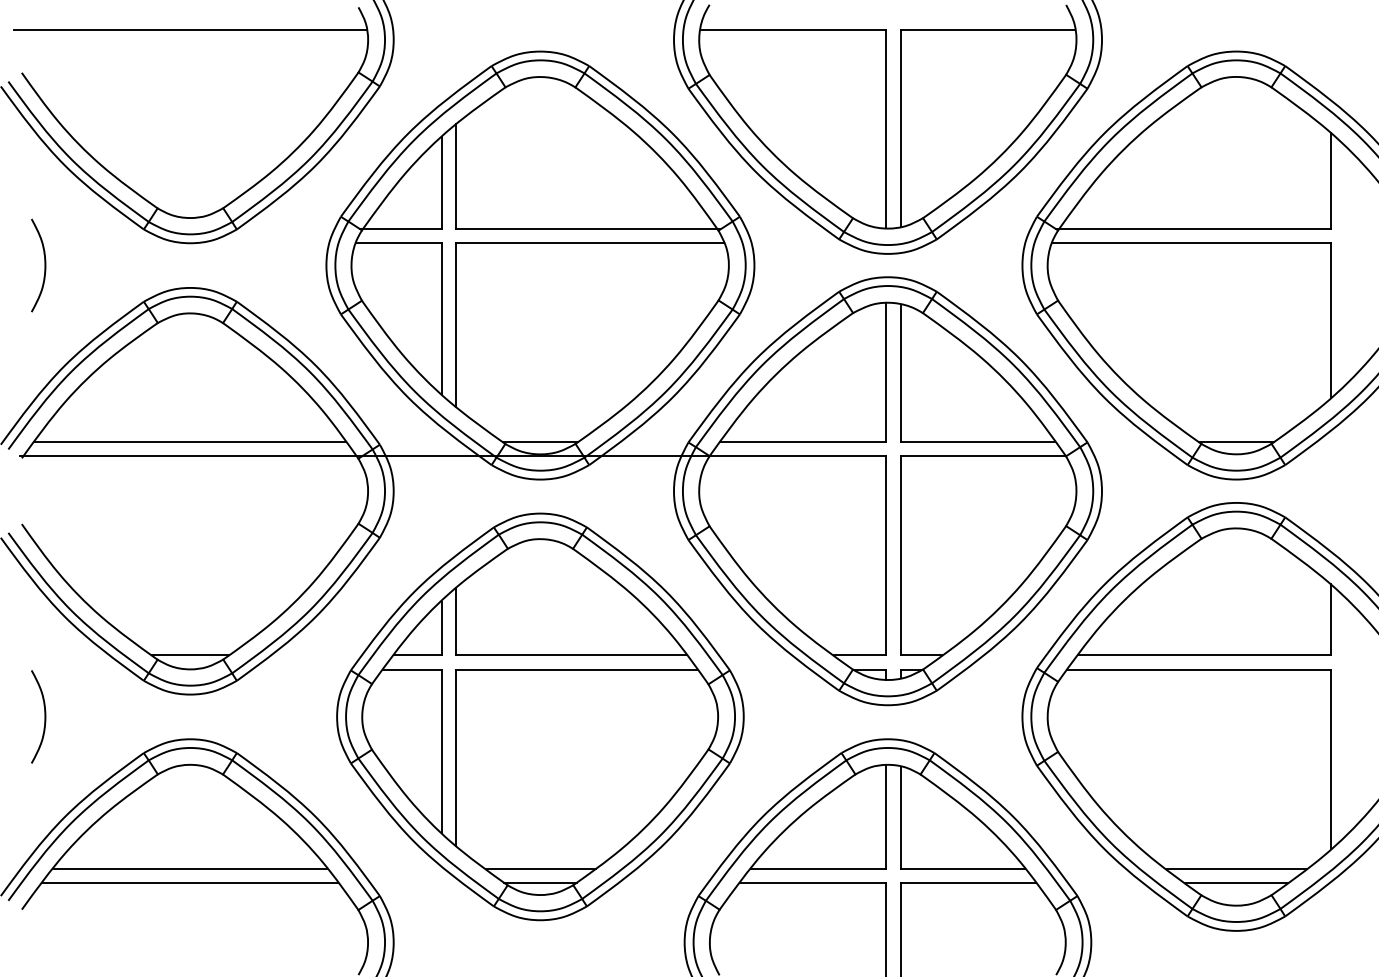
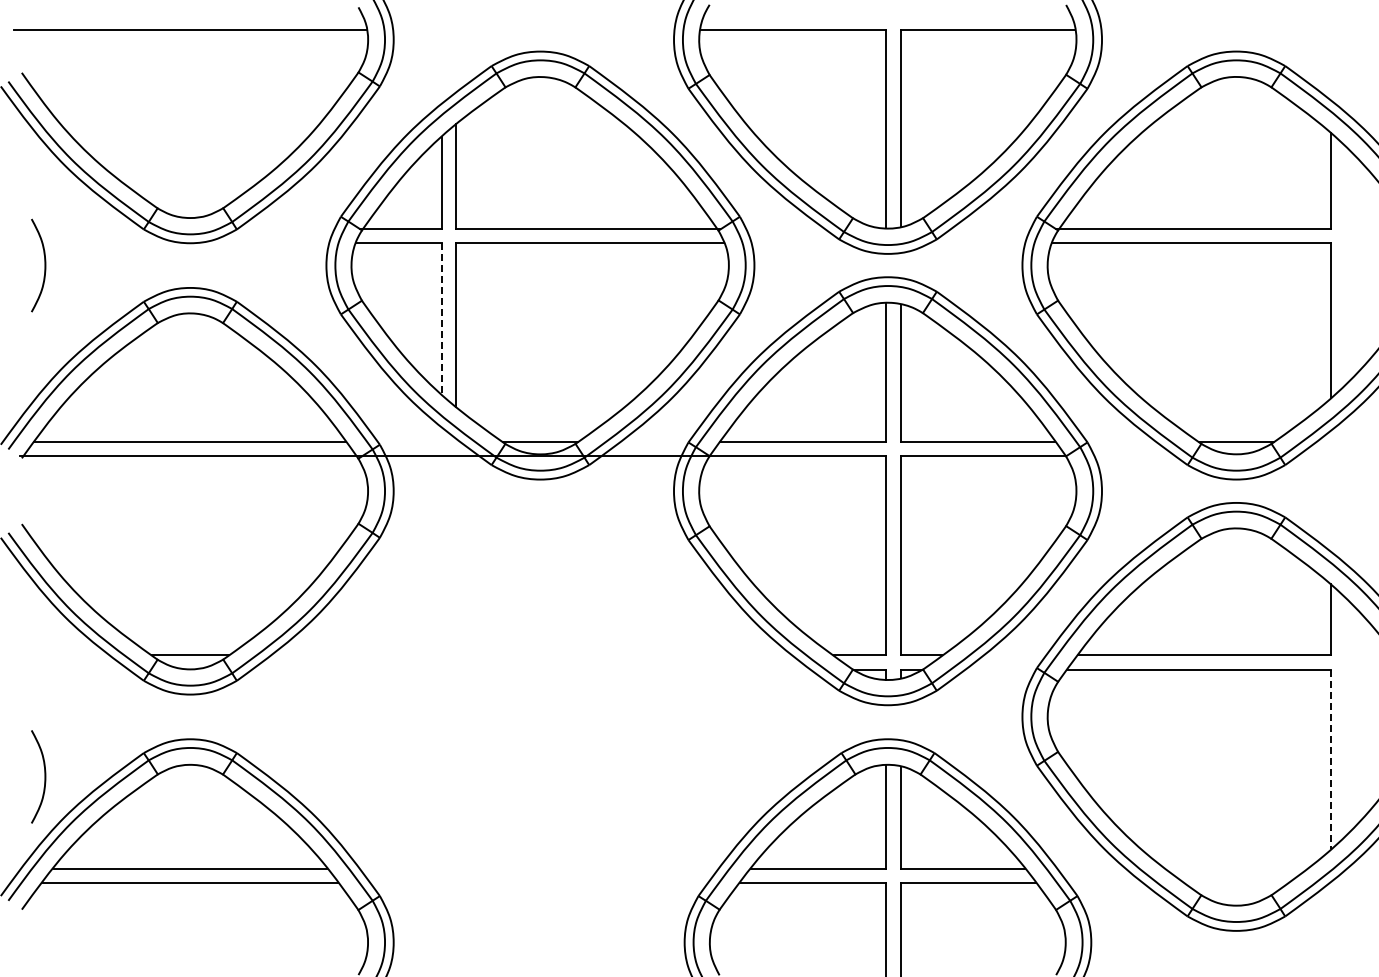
line at (442, 318): solid -> dashed
curve at (44, 716) position: (44, 716) -> (44, 776)
part at (540, 716): present -> none
line at (1330, 759): solid -> dashed
line at (1236, 868): present -> none
line at (1236, 882): present -> none
